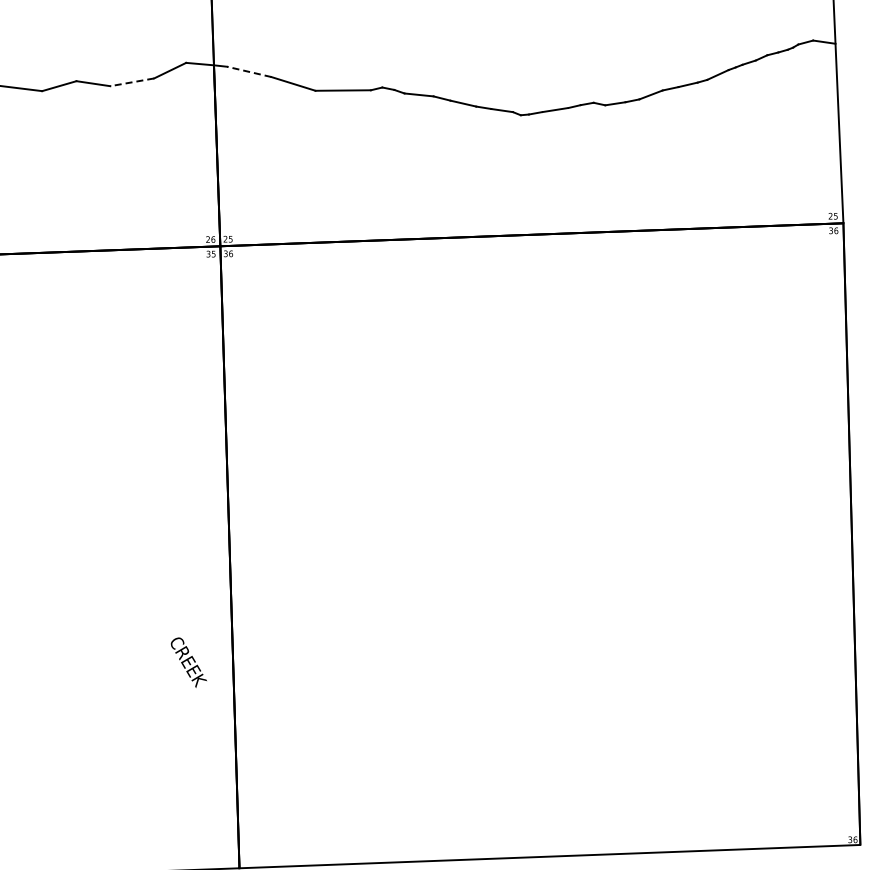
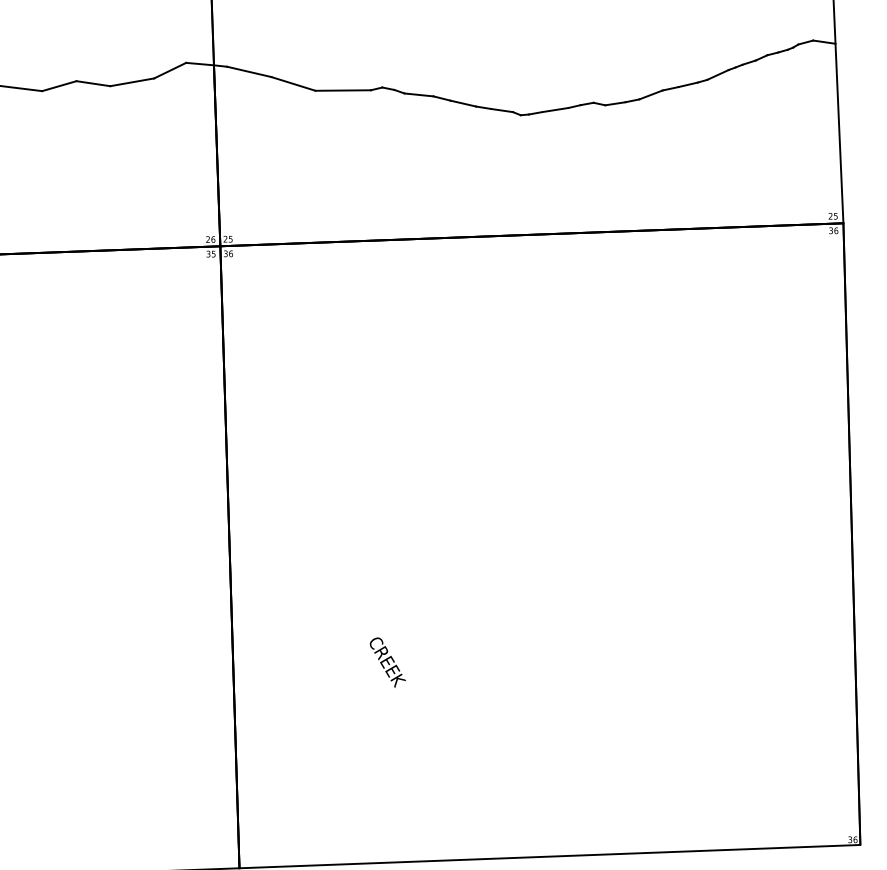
line at (249, 71): dashed -> solid
line at (131, 82): dashed -> solid
text at (188, 662) position: (188, 662) -> (387, 662)
